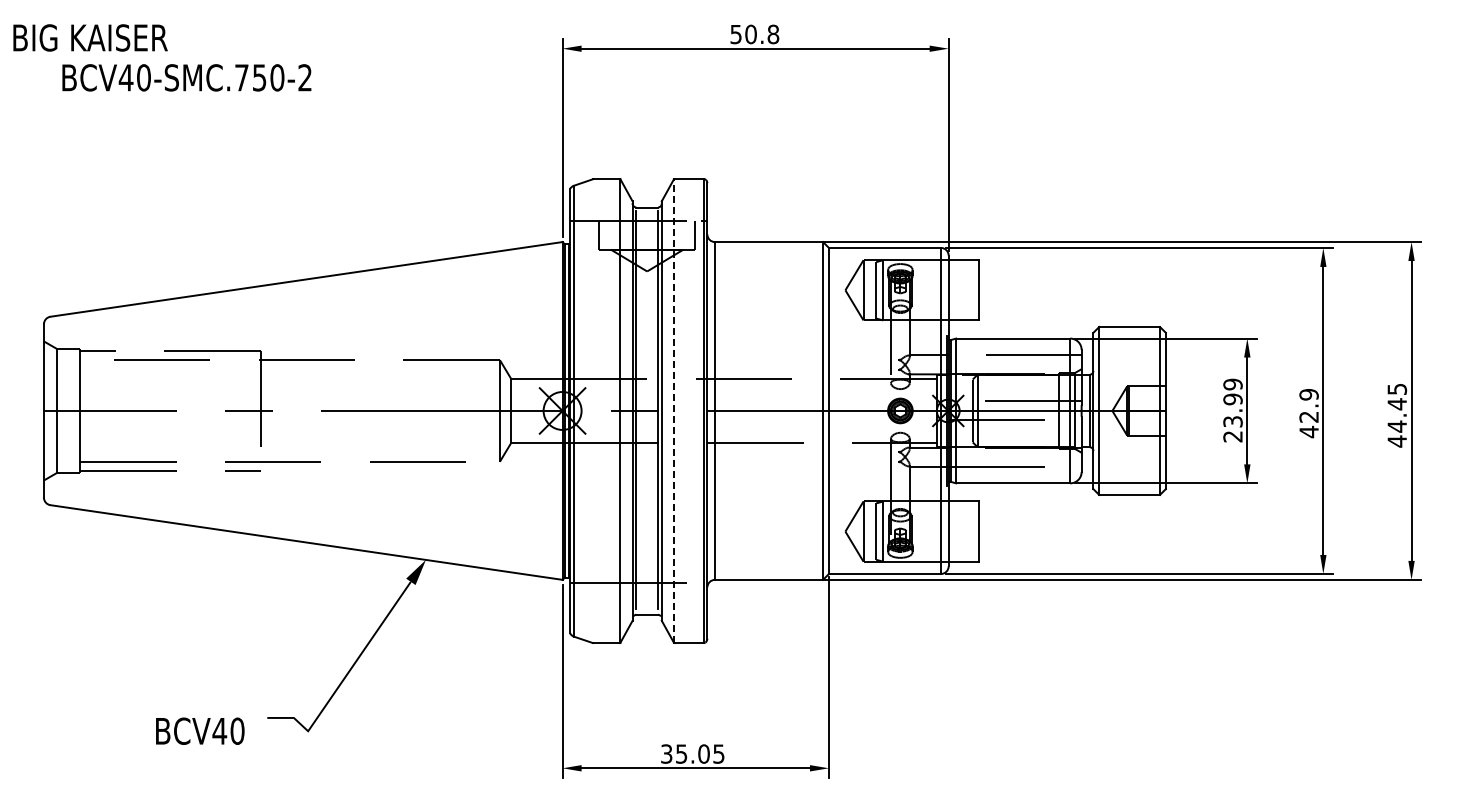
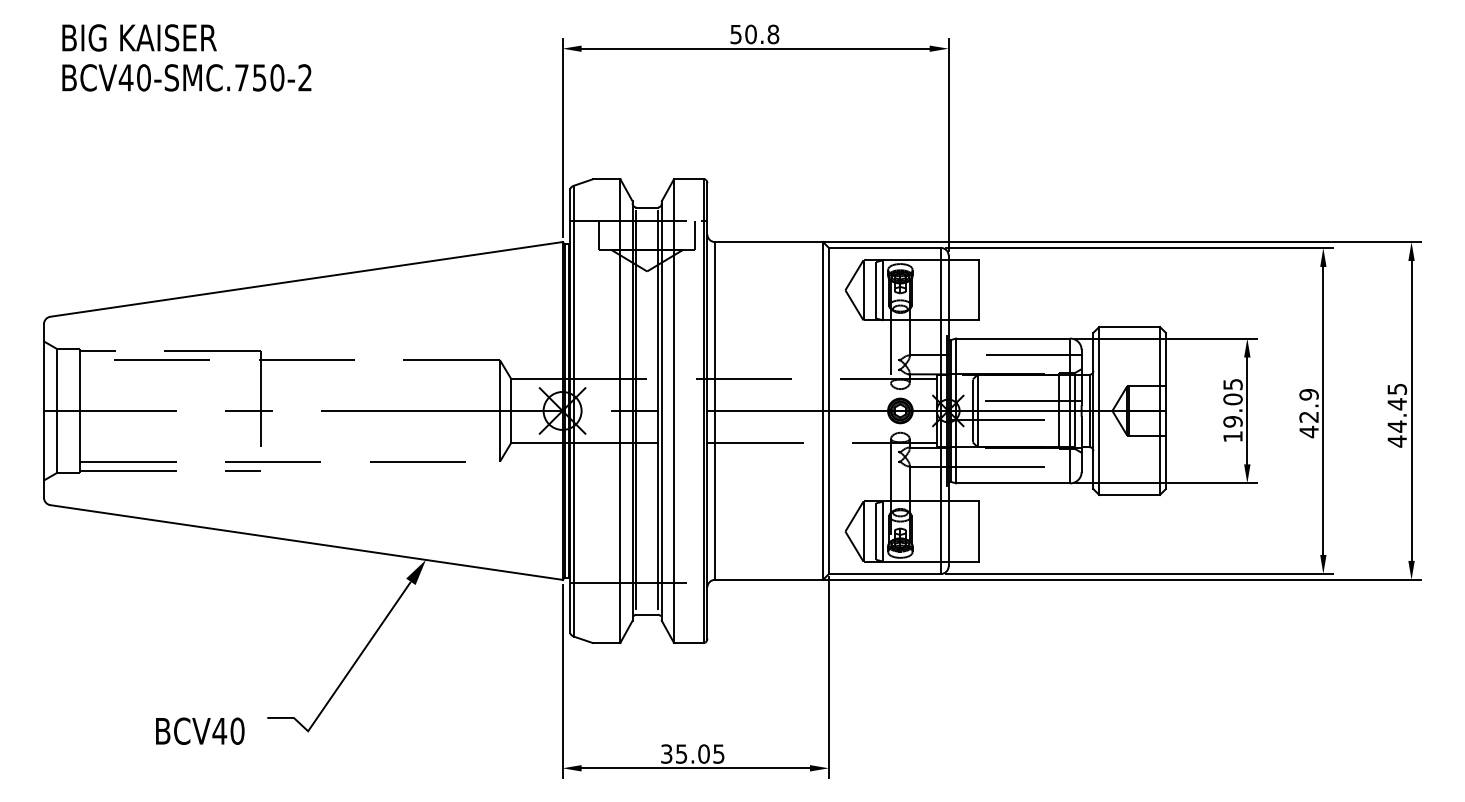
text at (90, 37) position: (90, 37) -> (139, 37)
text at (1232, 410): 23.99 -> 19.05
line at (673, 411): dashed -> solid
